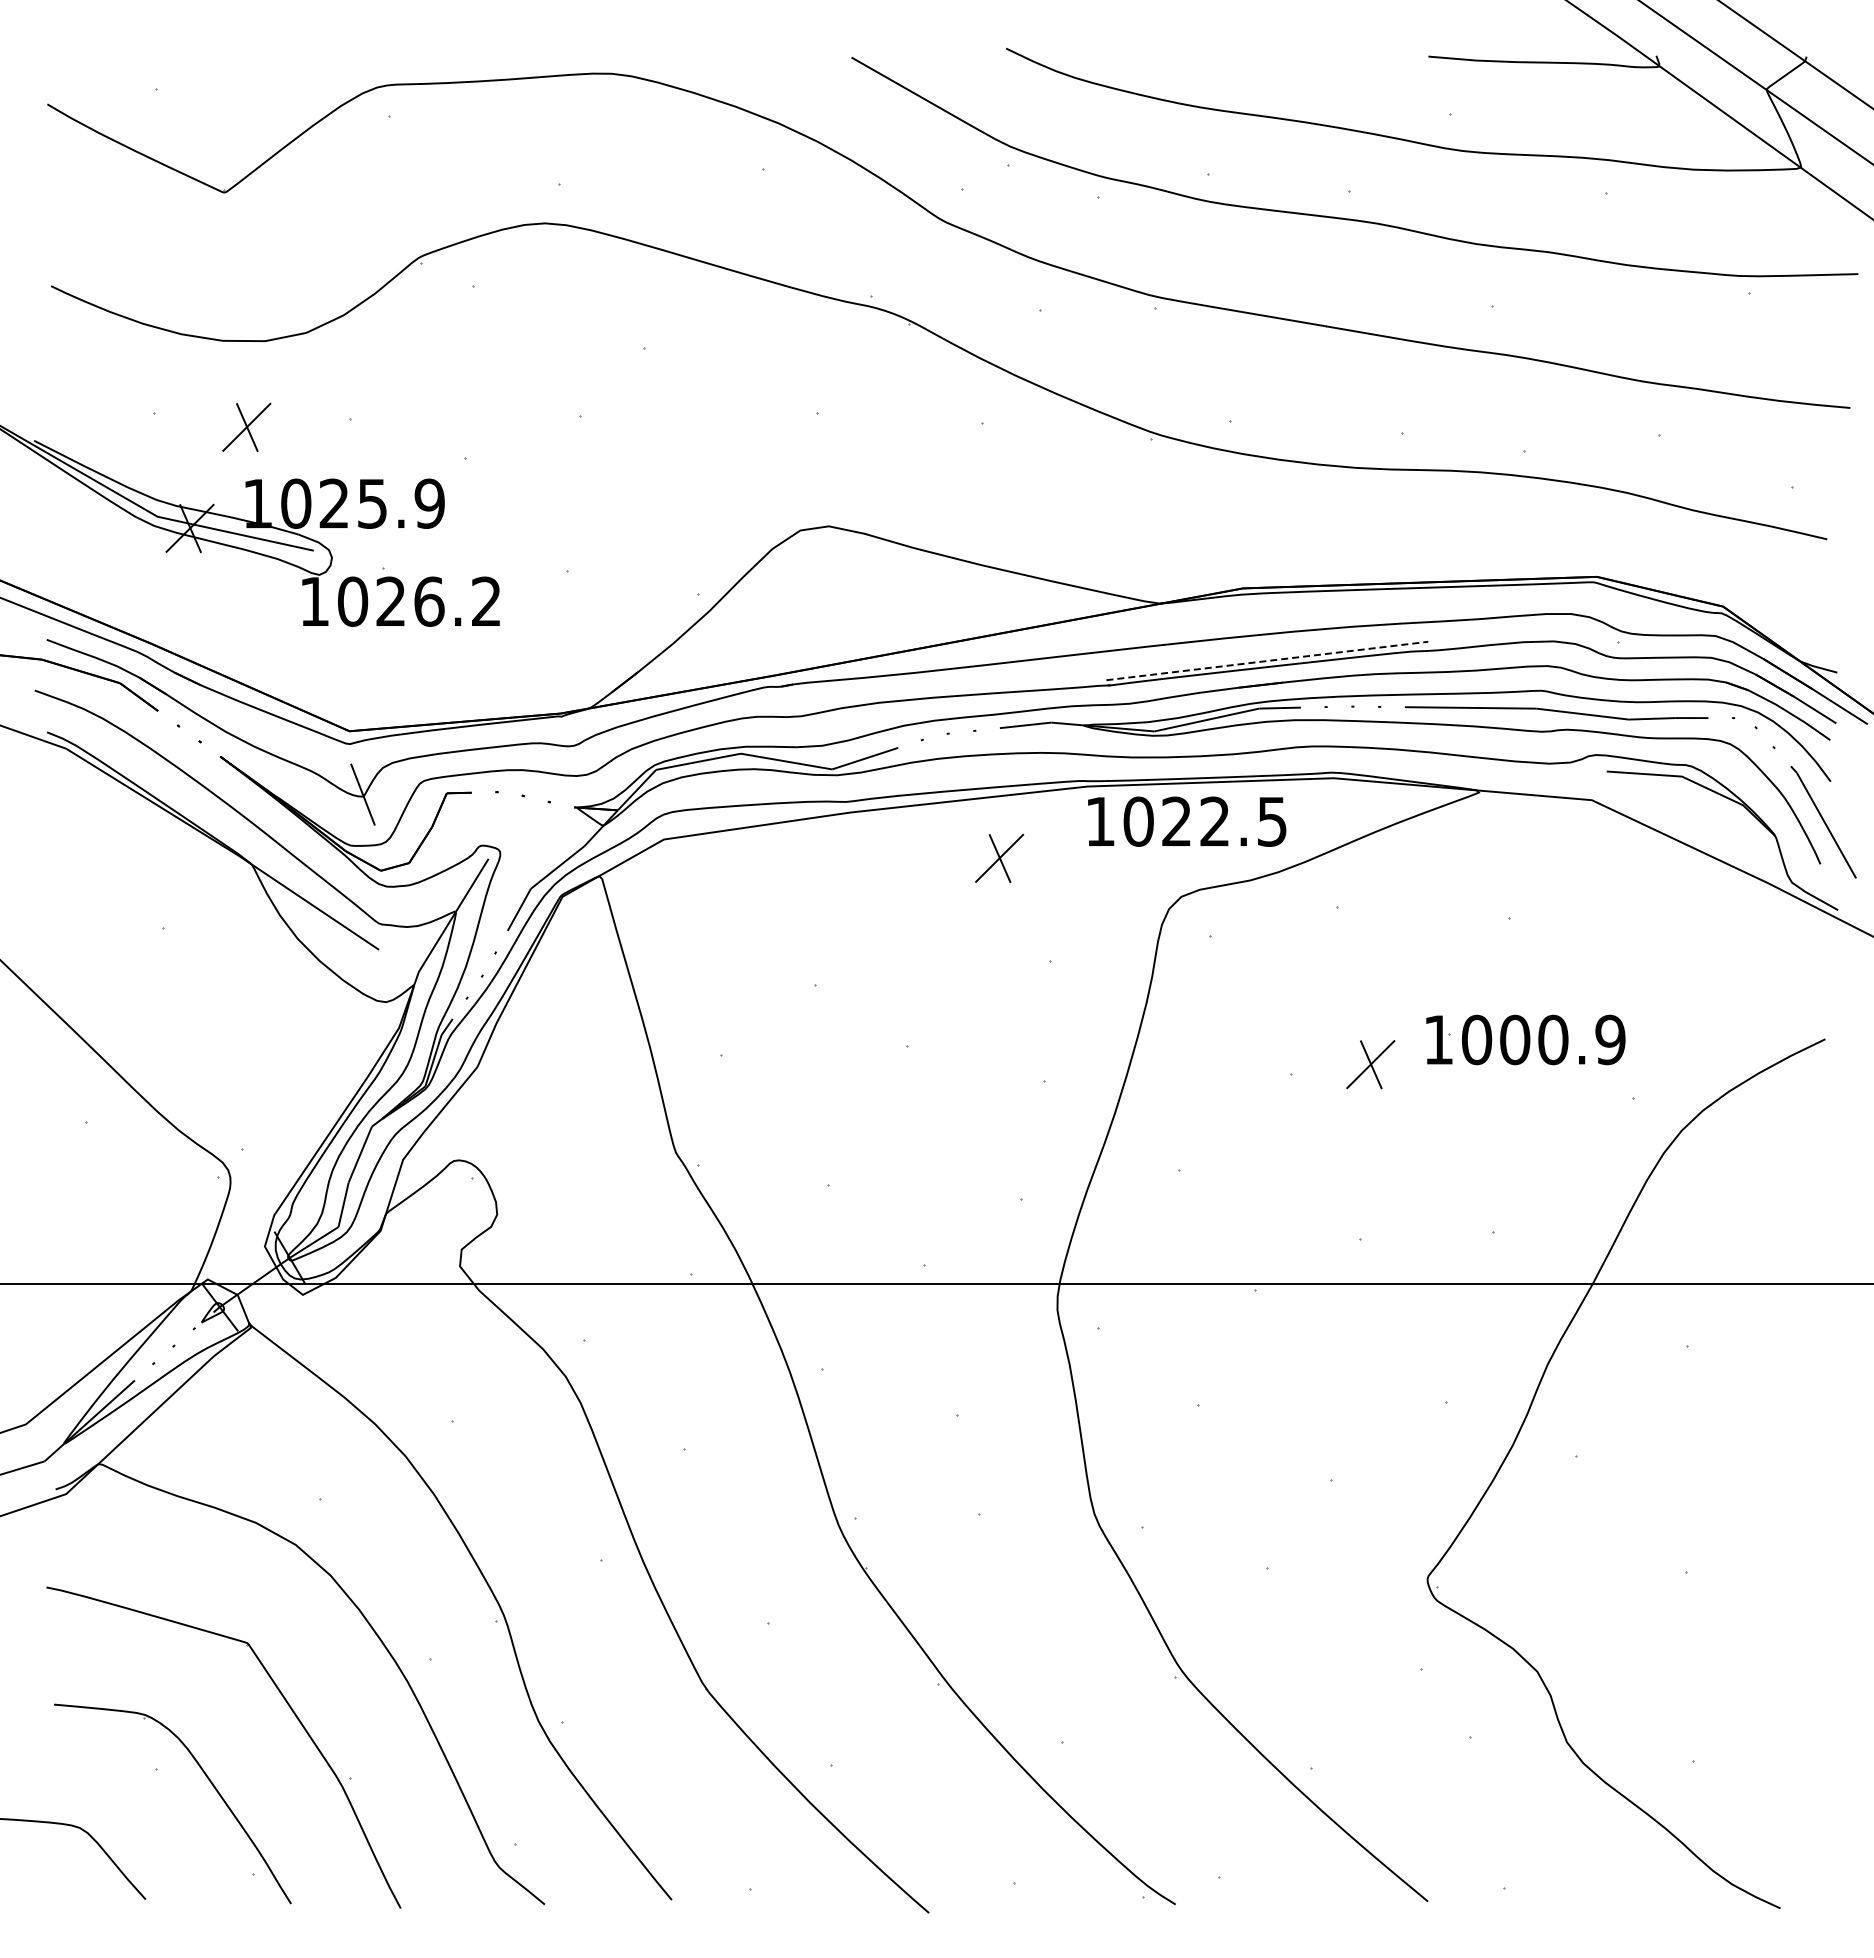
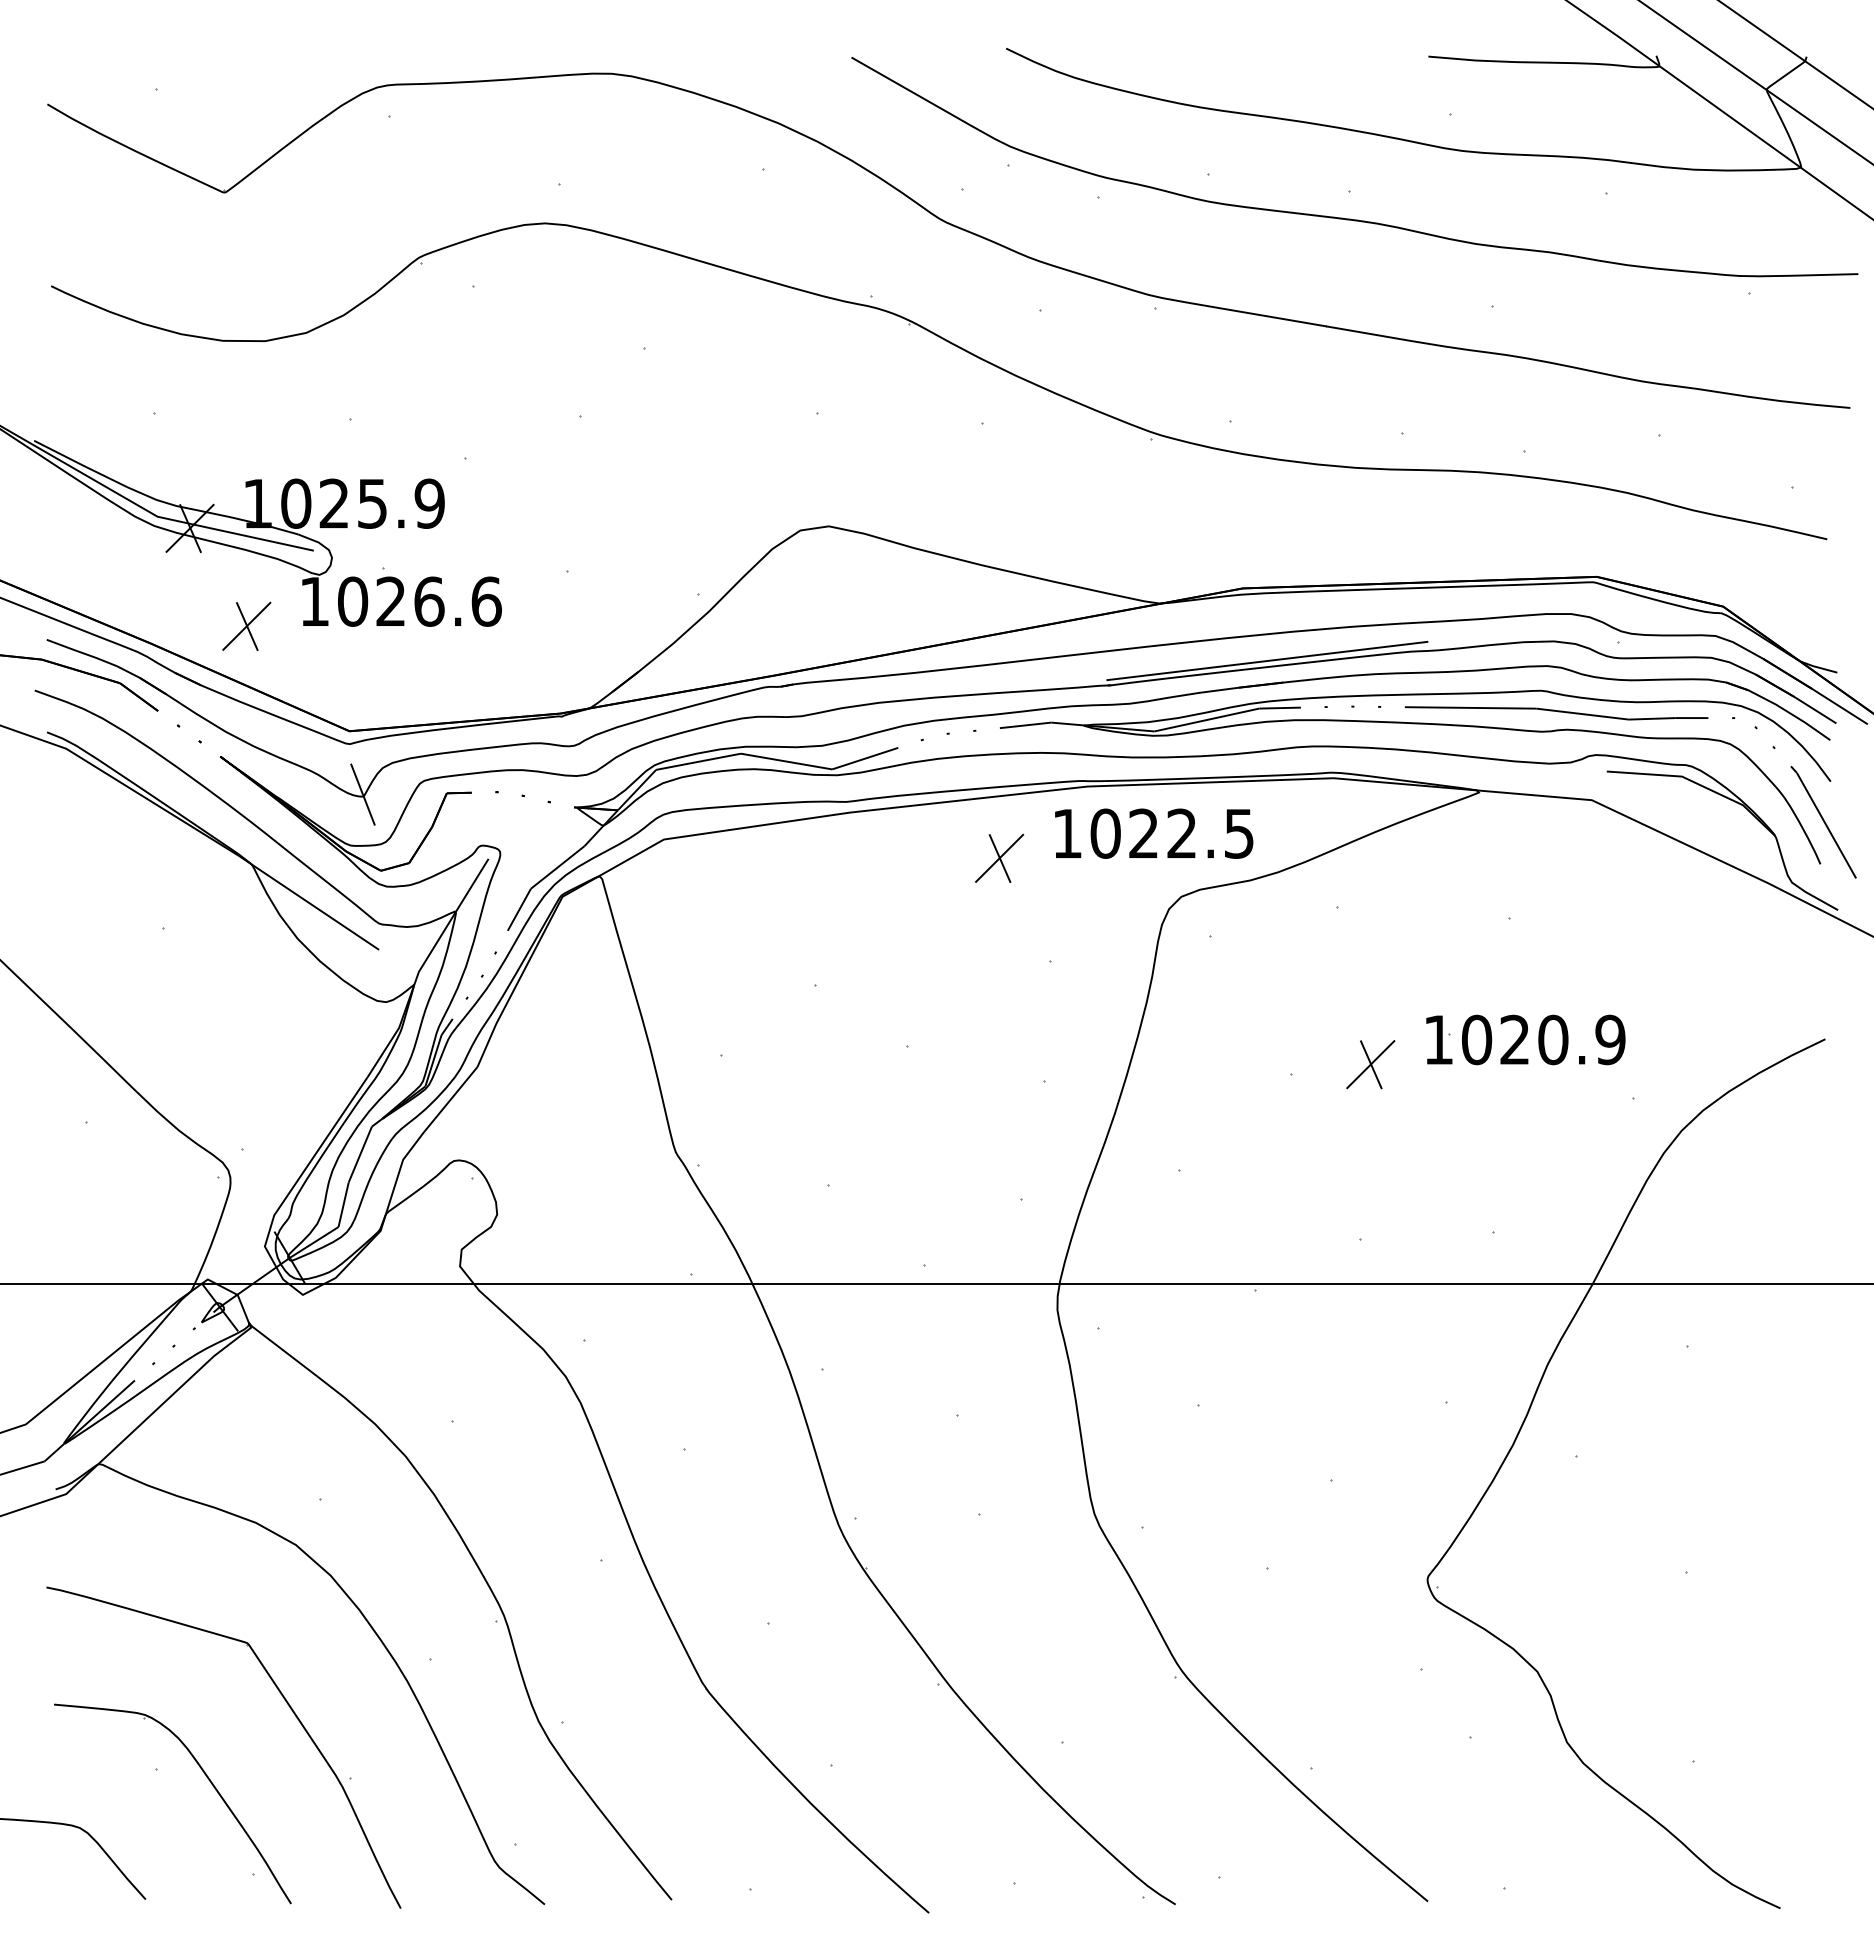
part at (246, 426) position: (246, 426) -> (246, 625)
text at (486, 601): 1026.2 -> 1026.6
line at (1267, 660): dashed -> solid
text at (1187, 821) position: (1187, 821) -> (1154, 833)
text at (1515, 1039): 1000.9 -> 1020.9
